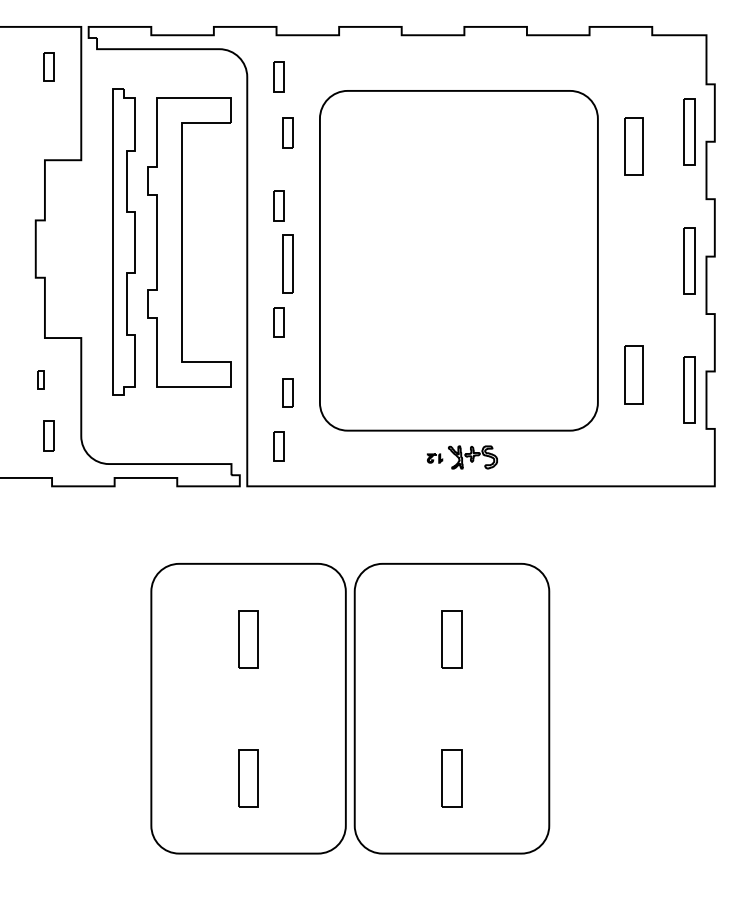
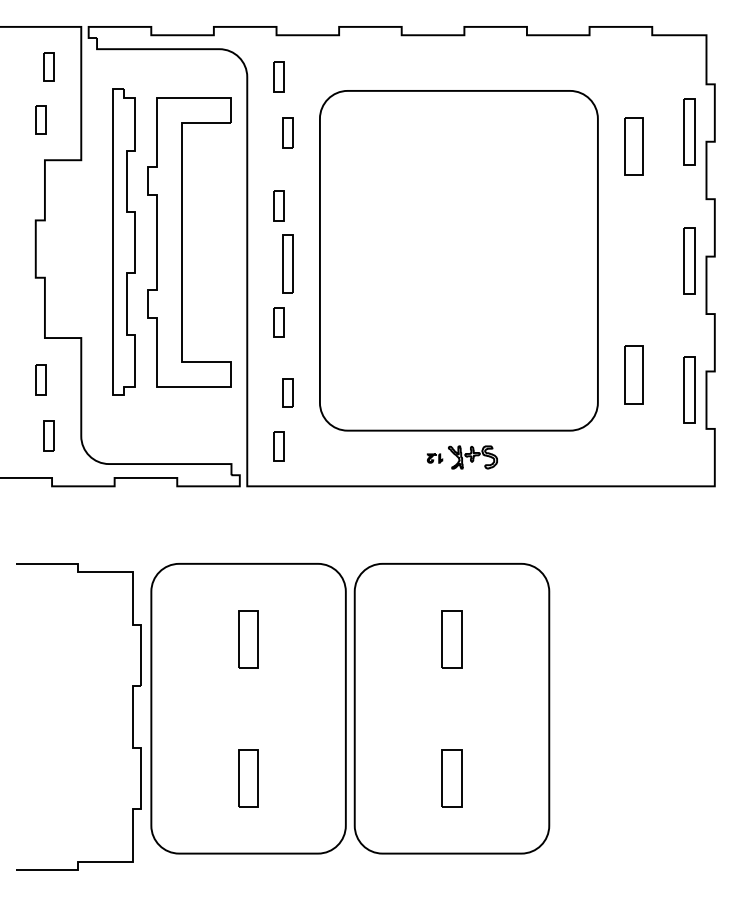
part at (40, 119): none -> present
part at (40, 379) size: 8x20 px -> 12x32 px
part at (132, 716): none -> present
